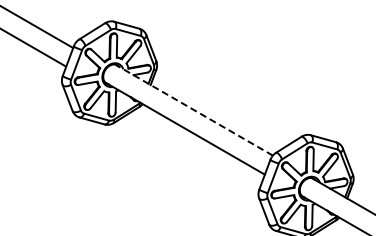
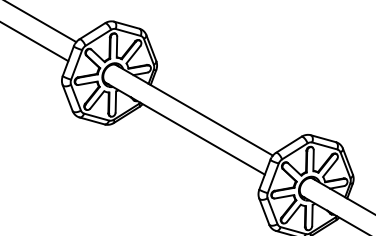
line at (37, 27) position: (37, 27) -> (41, 22)
line at (33, 47) position: (33, 47) -> (35, 42)
line at (194, 110): dashed -> solid
